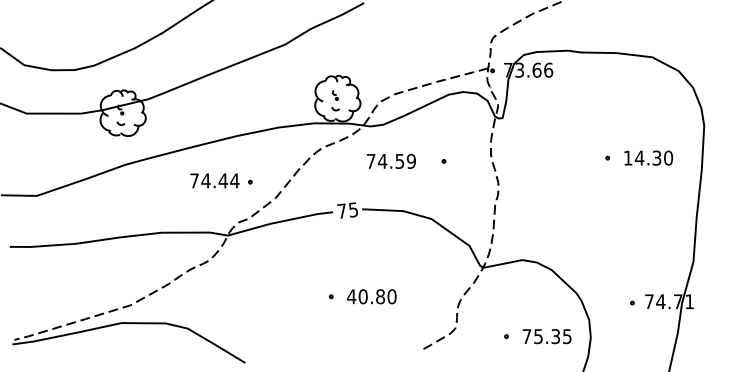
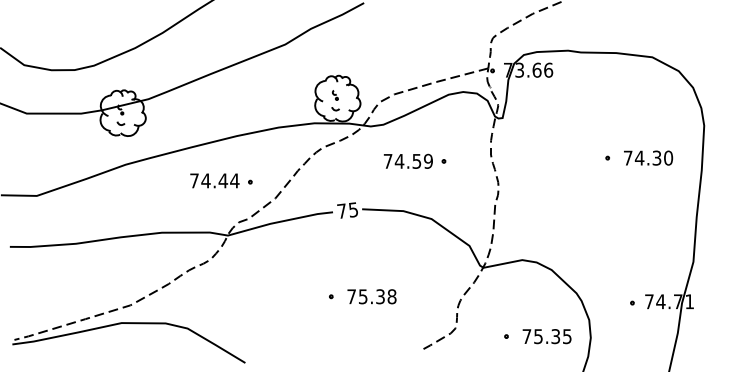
text at (628, 157): 14.30 -> 74.30
text at (390, 160) position: (390, 160) -> (407, 160)
text at (371, 296): 40.80 -> 75.38
